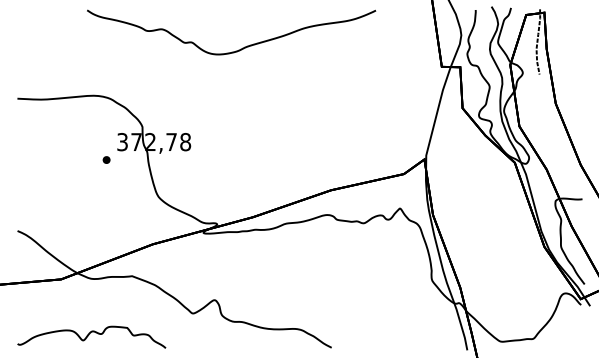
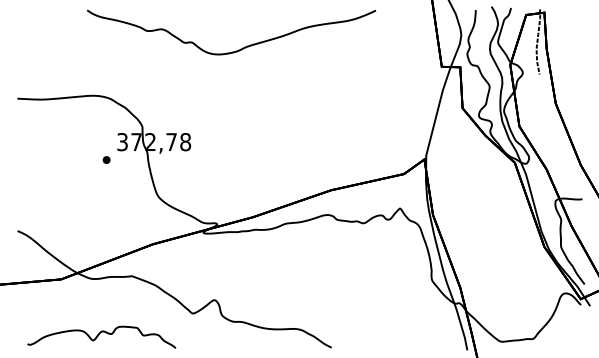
curve at (89, 335) position: (89, 335) -> (99, 335)
